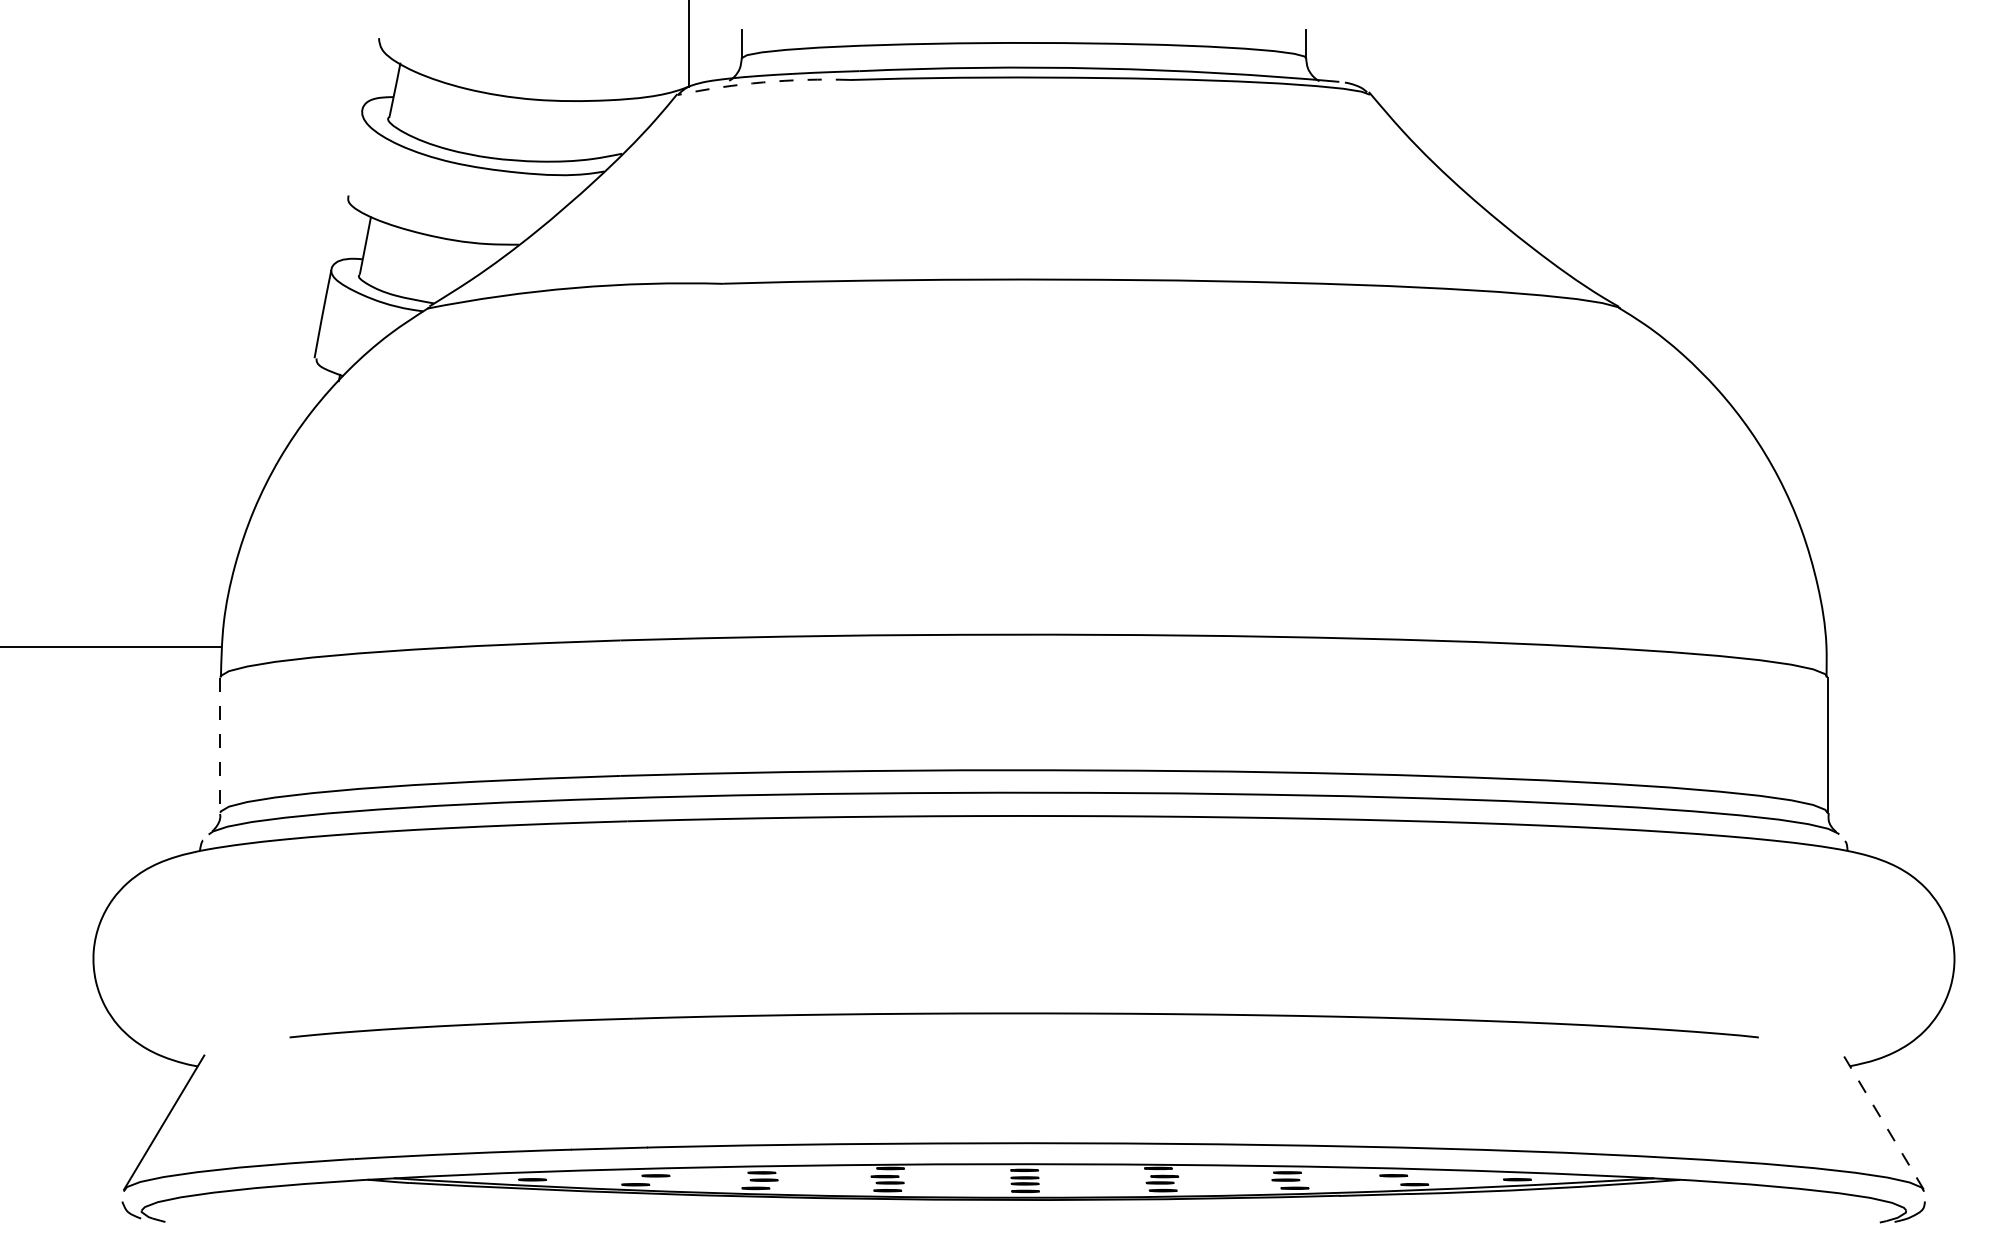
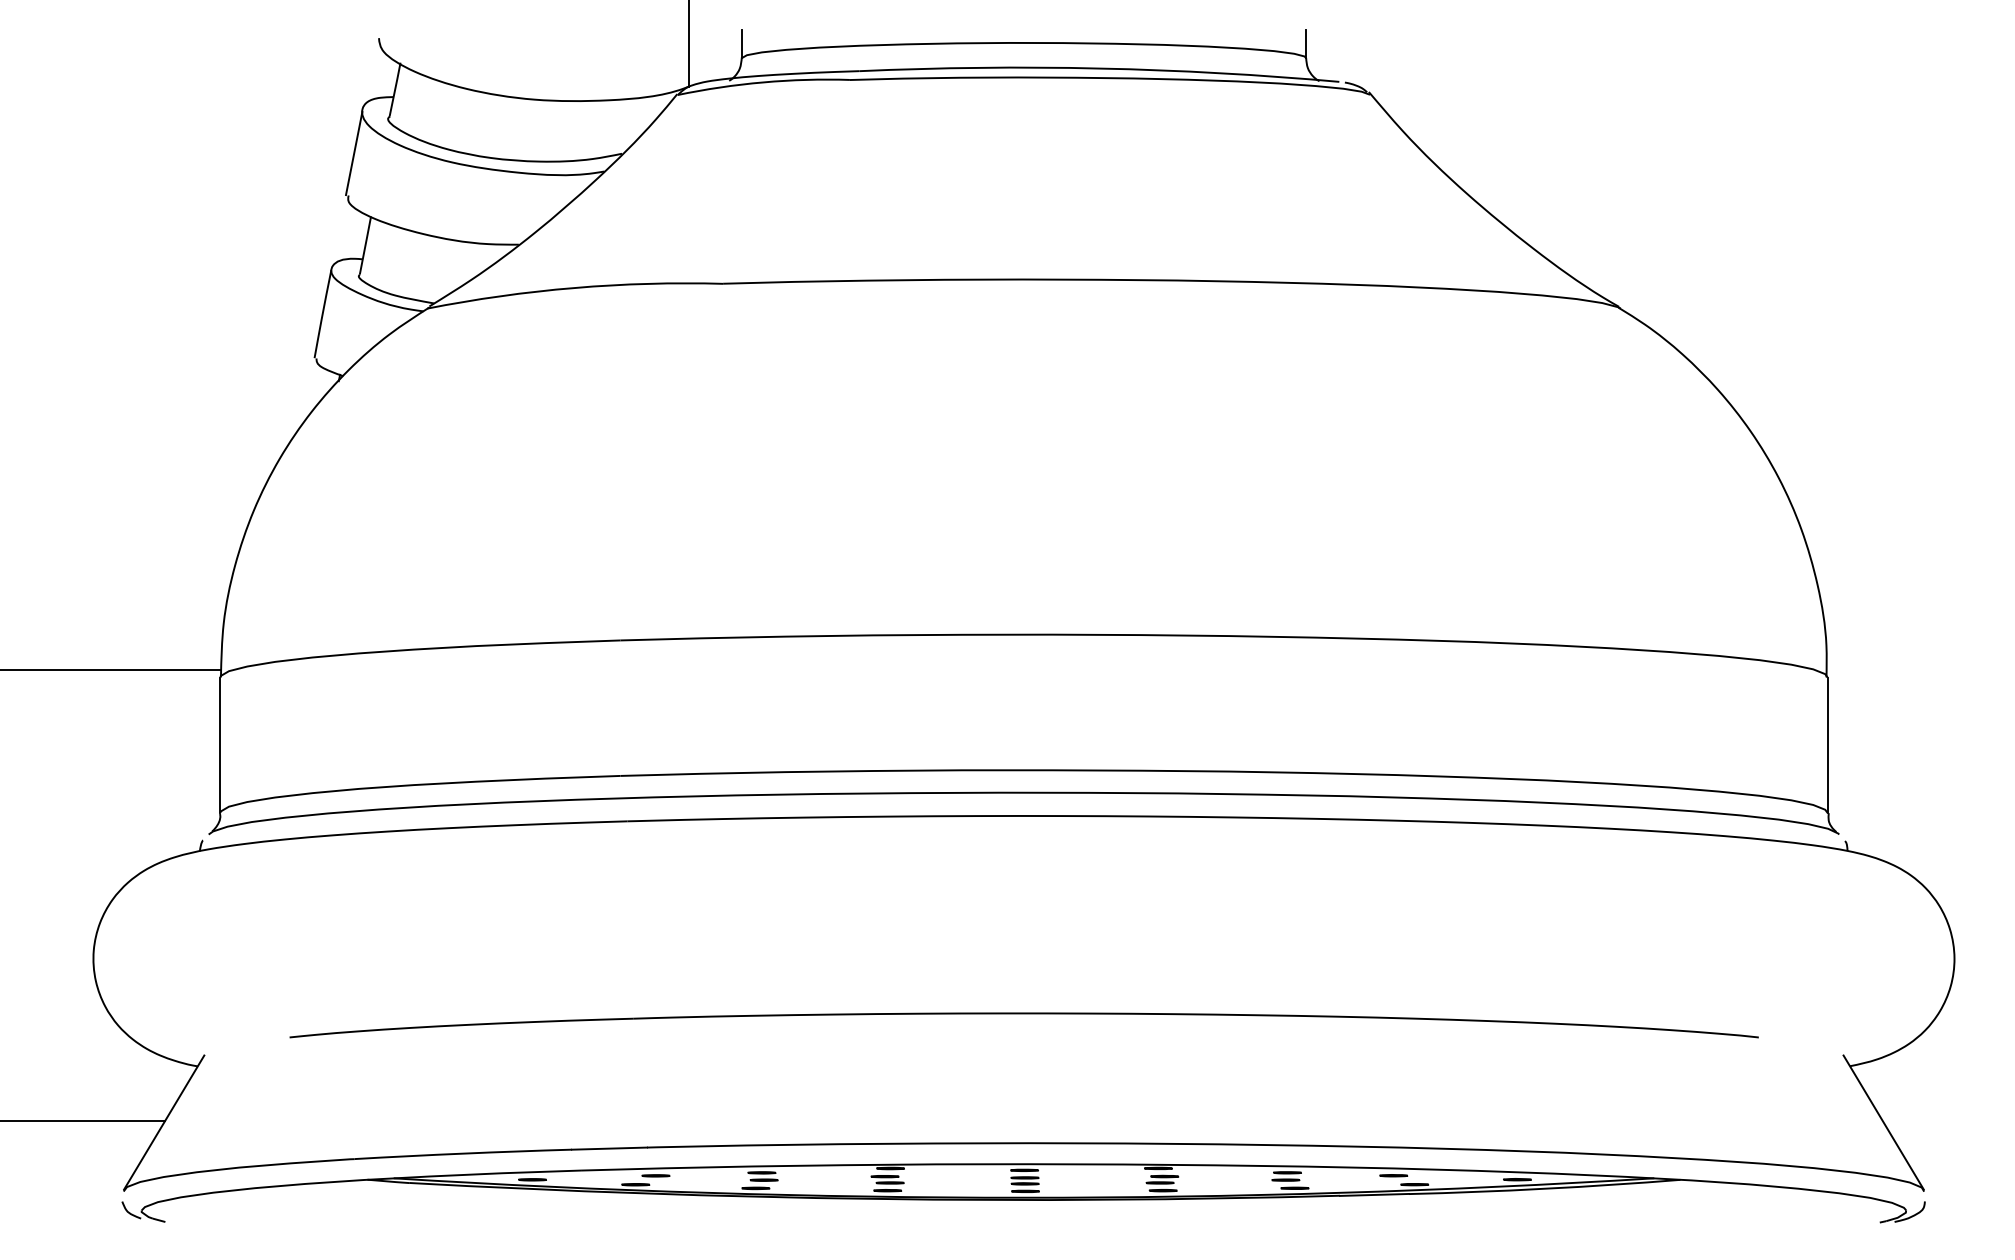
arc at (763, 82): dashed -> solid
line at (354, 153): none -> present
line at (111, 647) position: (111, 647) -> (111, 670)
line at (220, 745): dashed -> solid
line at (83, 1121): none -> present
line at (1883, 1122): dashed -> solid
